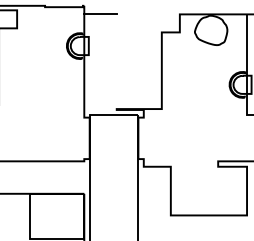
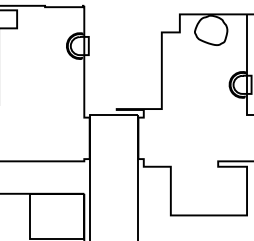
line at (100, 14): present -> none
